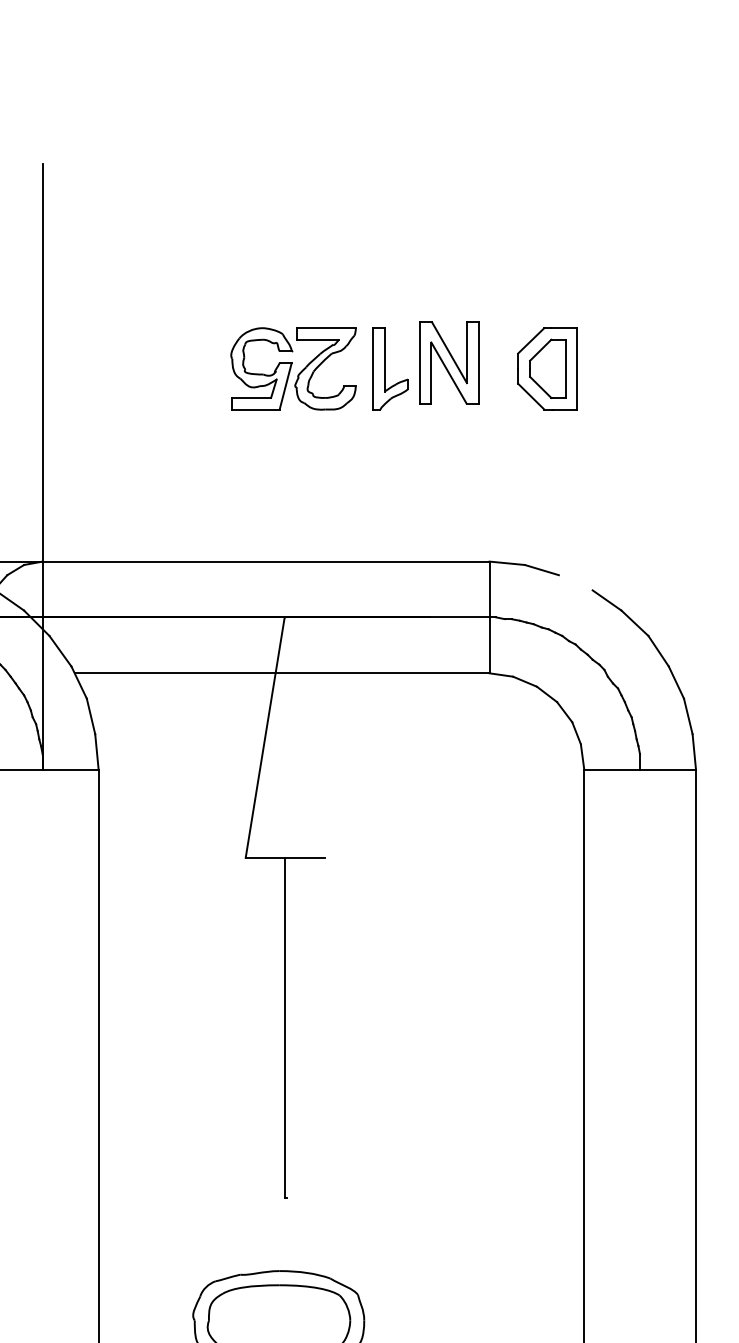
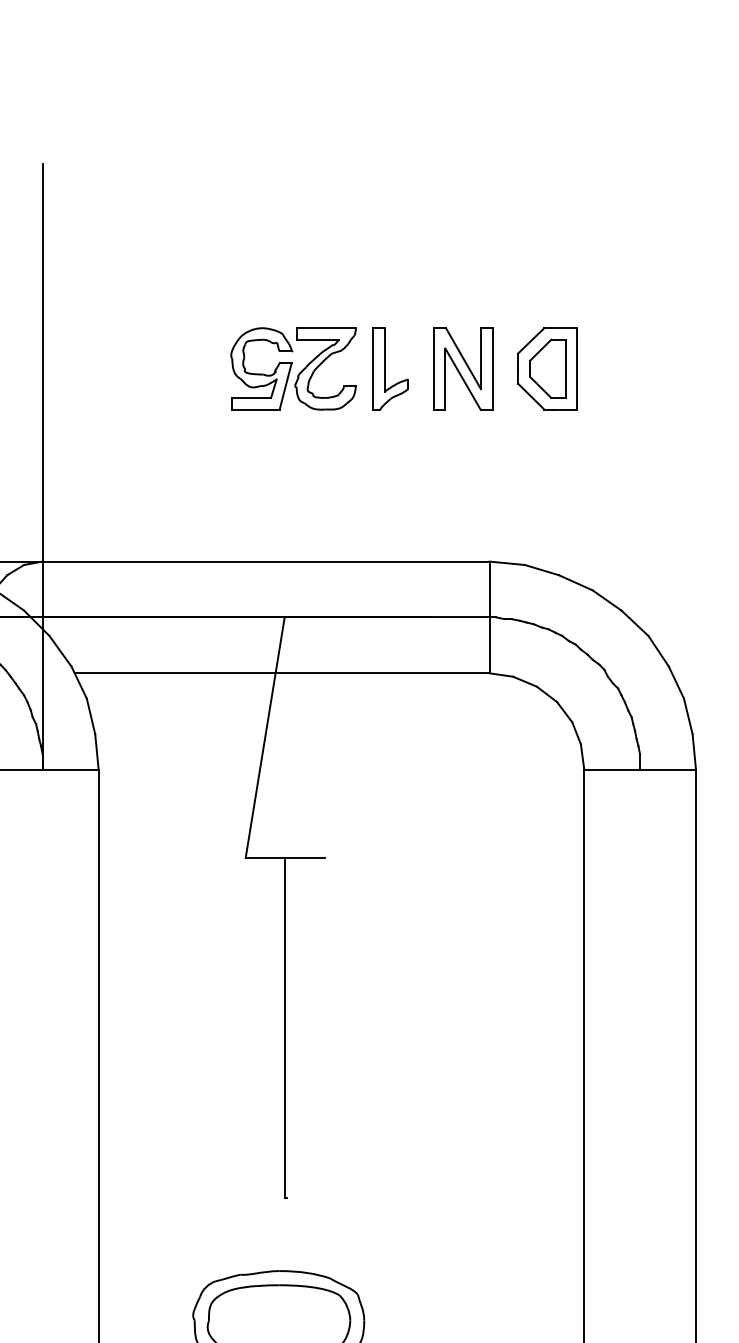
part at (449, 362) position: (449, 362) -> (463, 368)
line at (575, 582): none -> present
